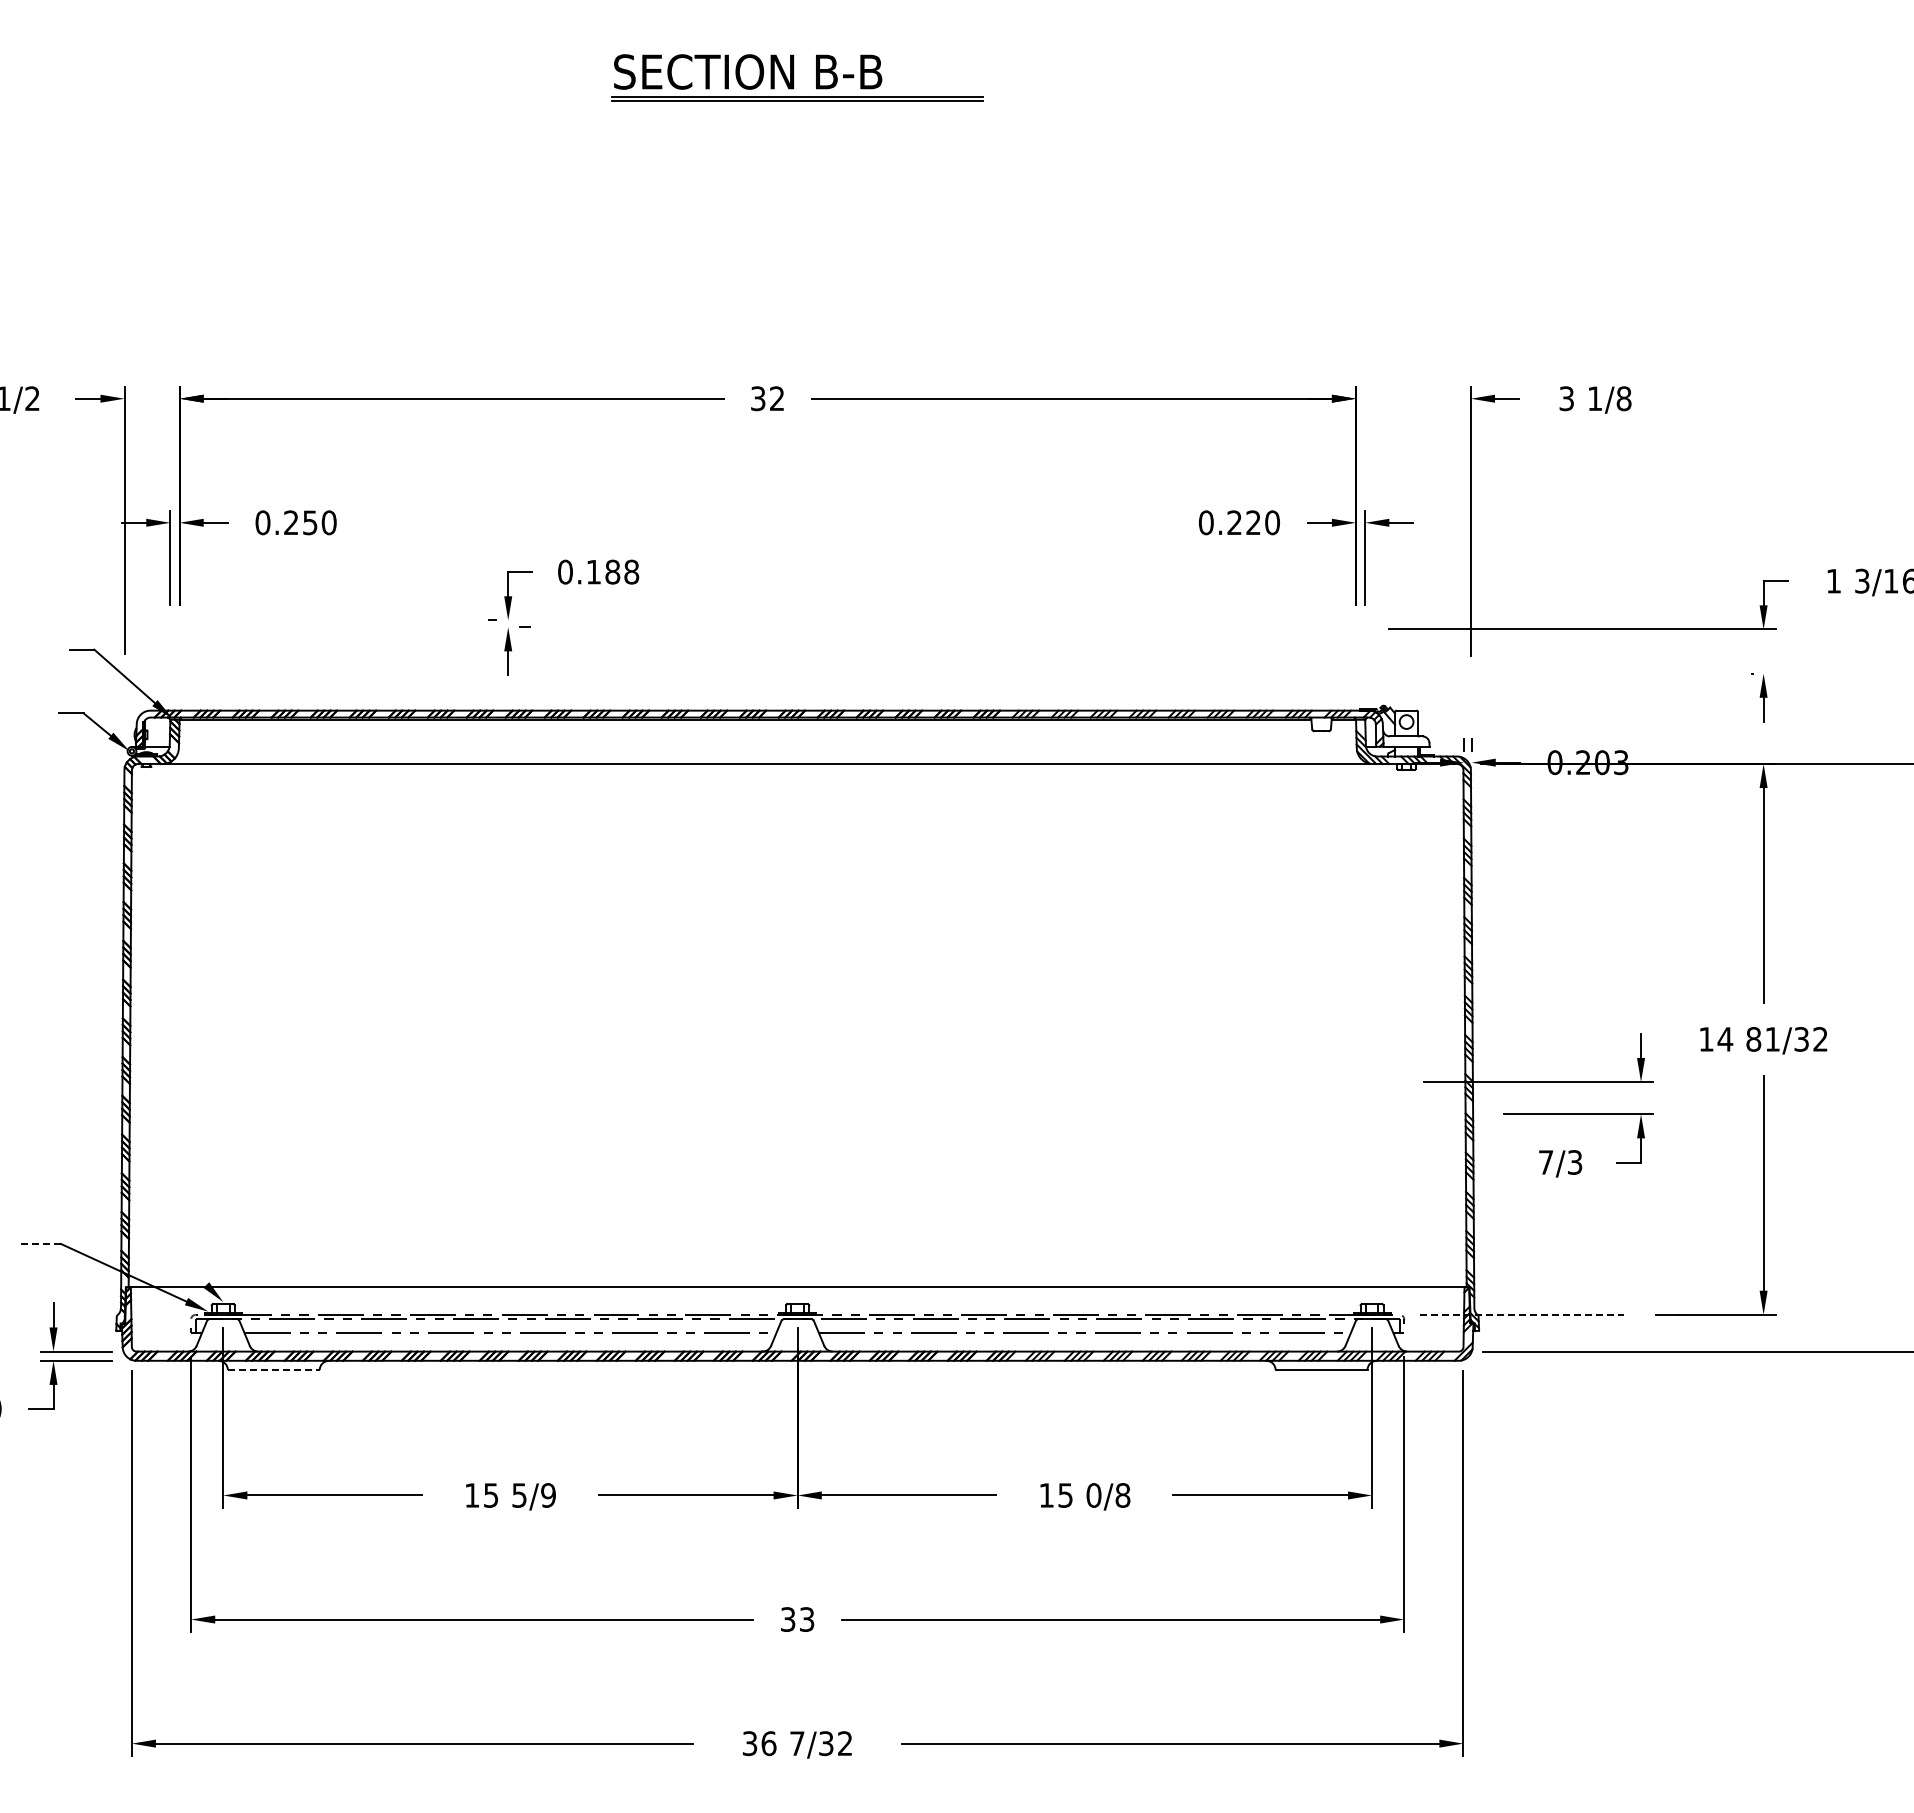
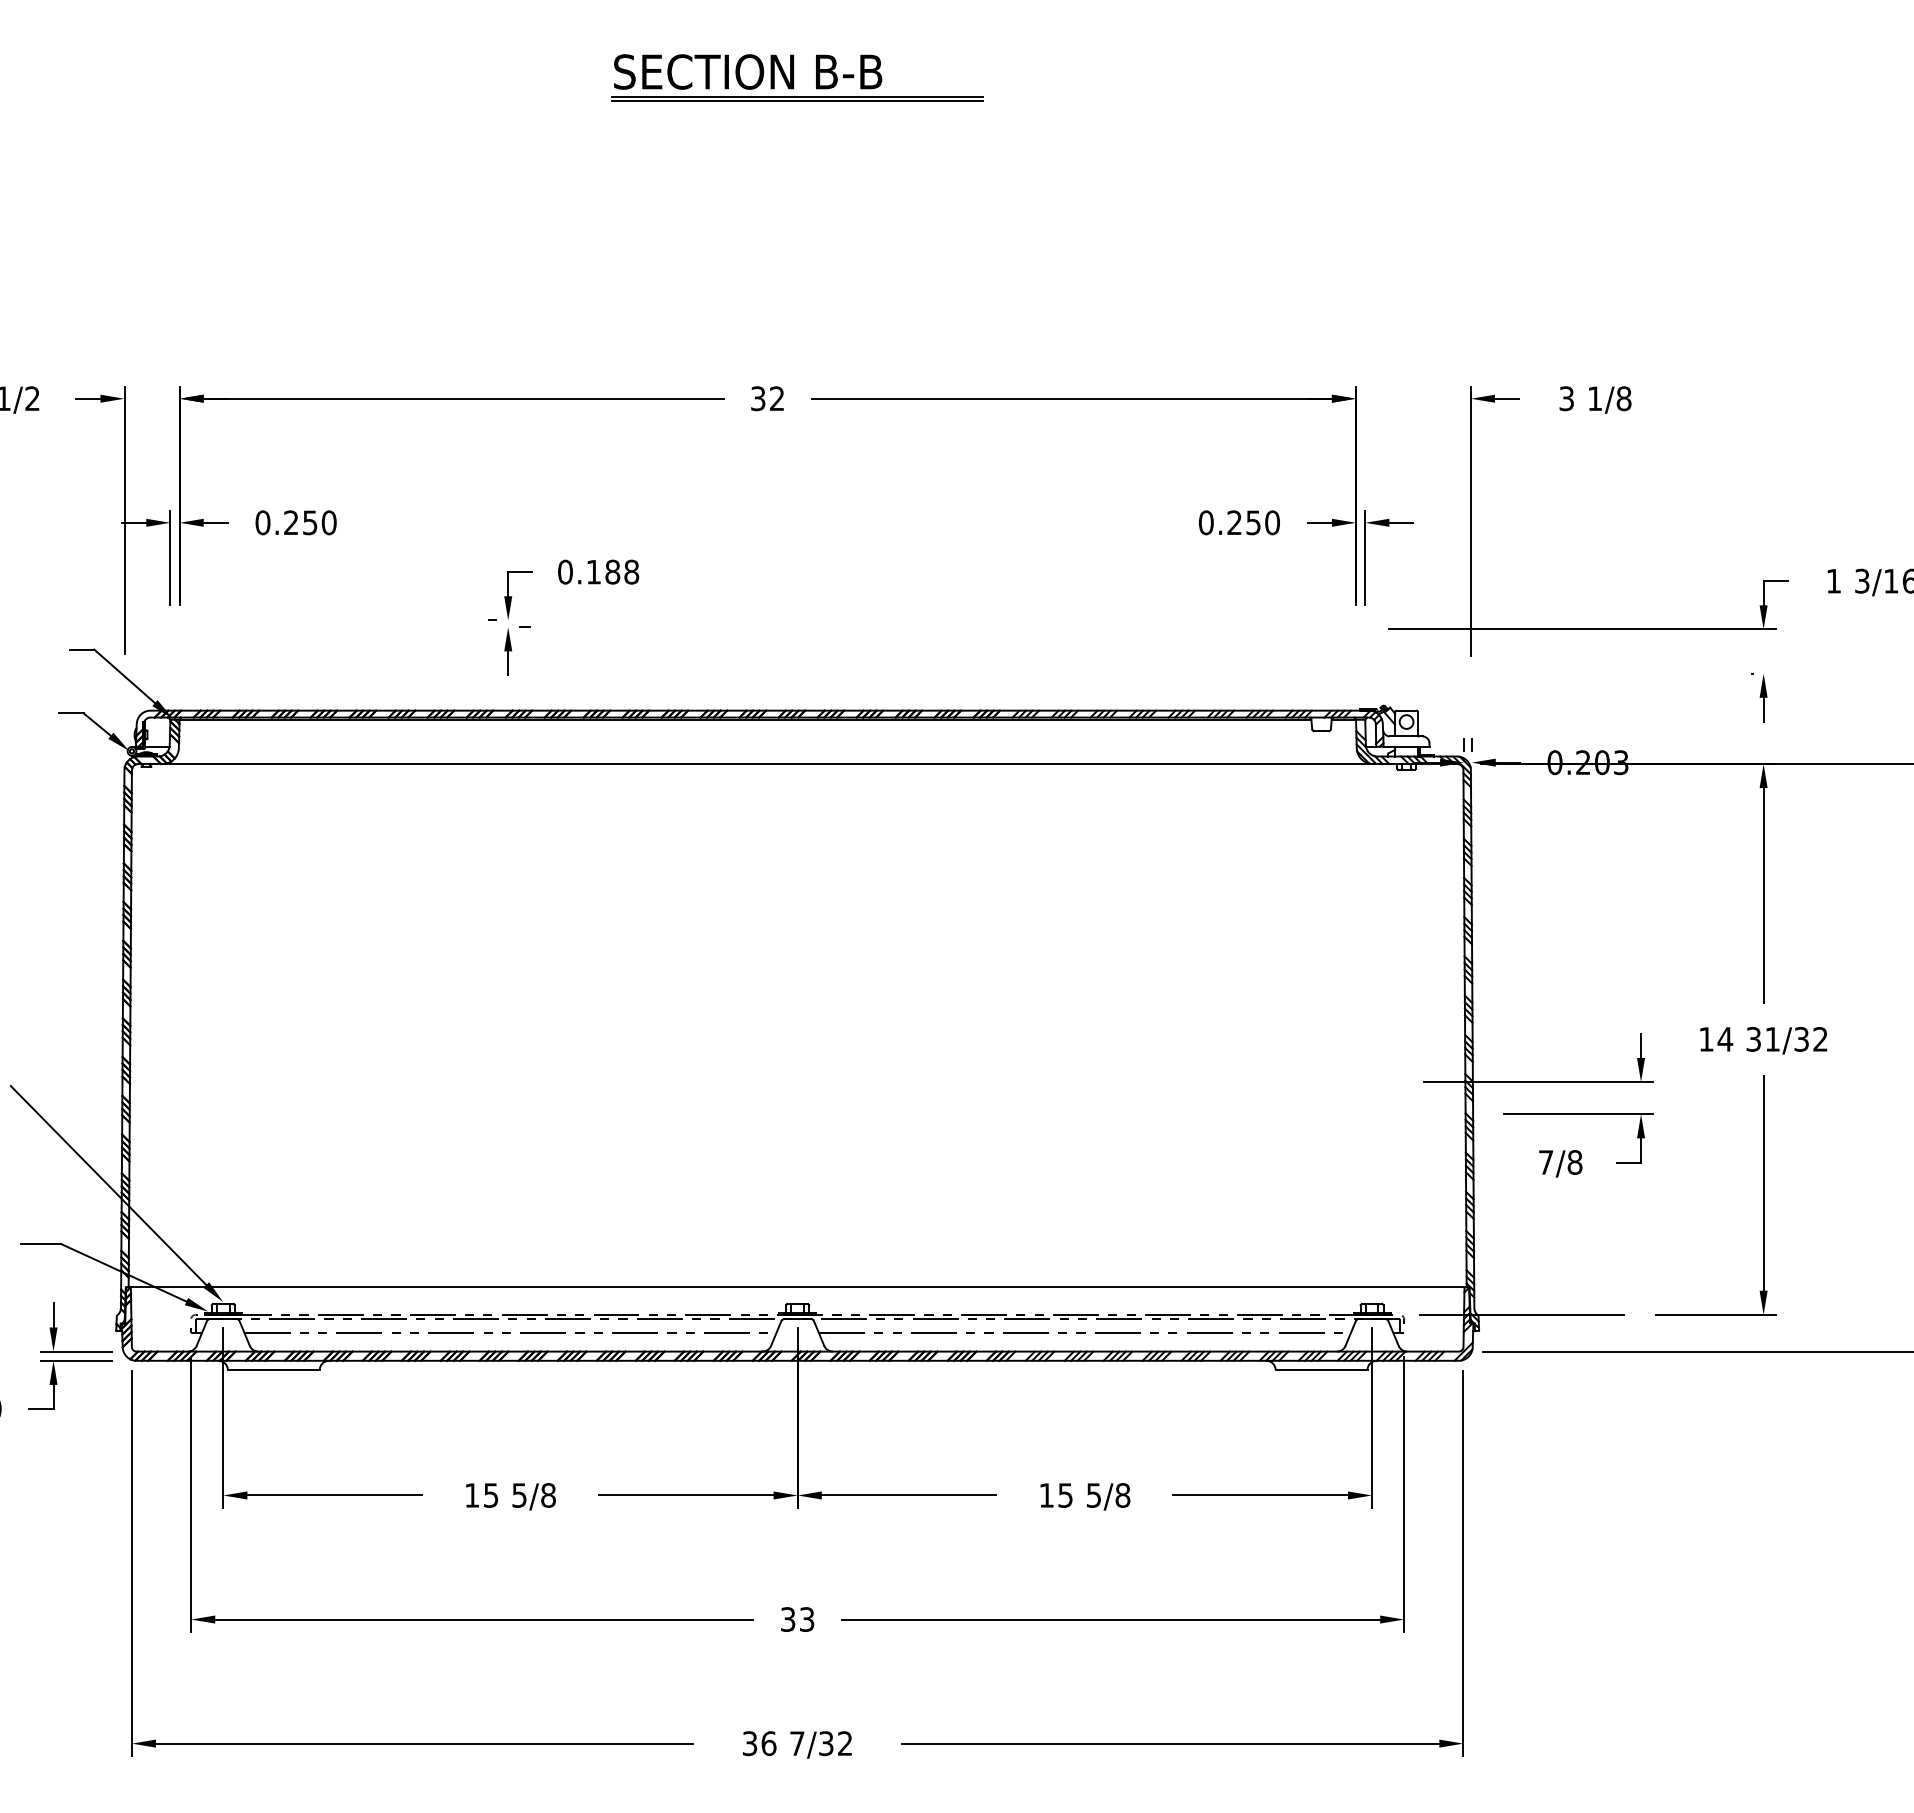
text at (1253, 522): 0.220 -> 0.250
text at (1753, 1039): 81/32 -> 31/32
text at (1574, 1162): 7/3 -> 7/8
line at (108, 1185): none -> present
line at (41, 1244): dashed -> solid
line at (1522, 1314): dashed -> solid
line at (273, 1369): dashed -> solid
text at (548, 1495): 5/9 -> 5/8
text at (1093, 1495): 0/8 -> 5/8
